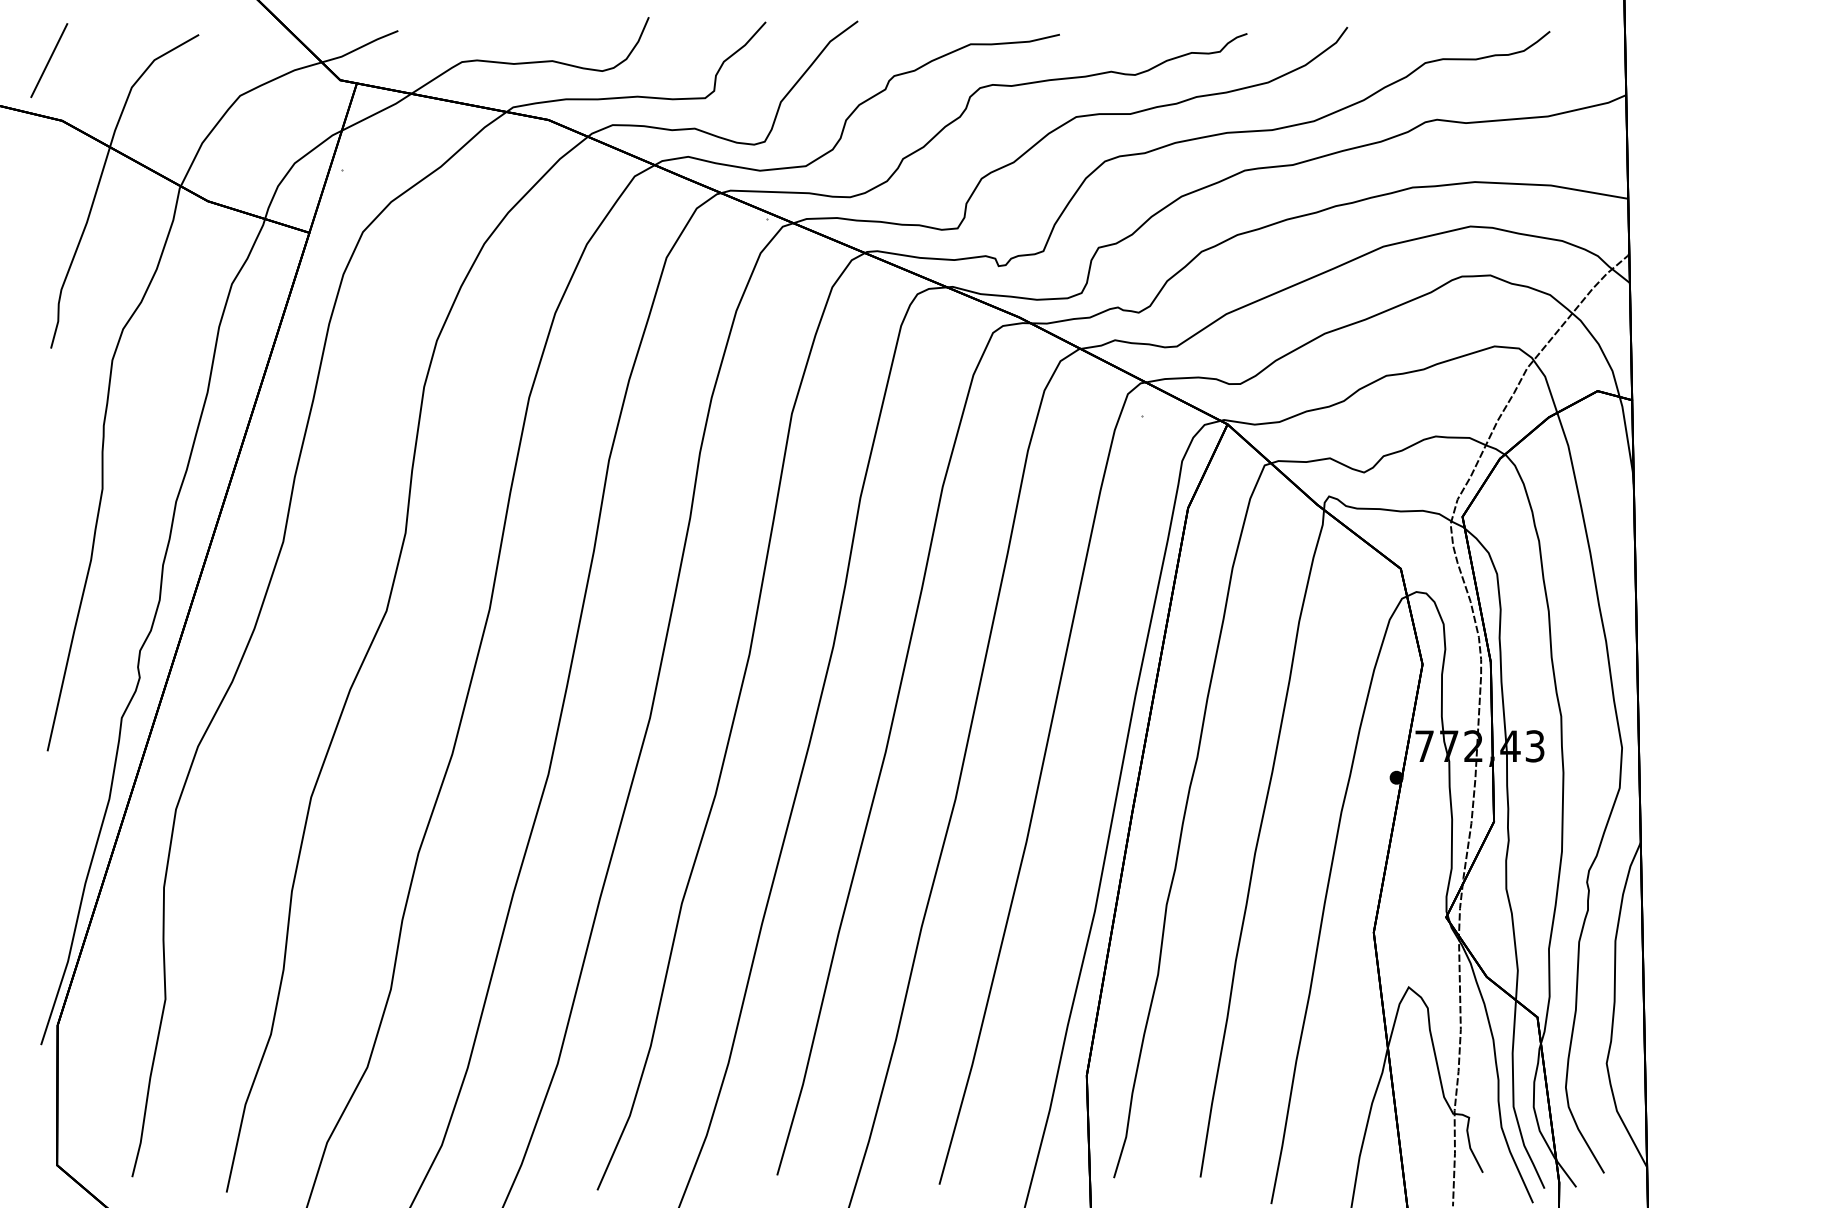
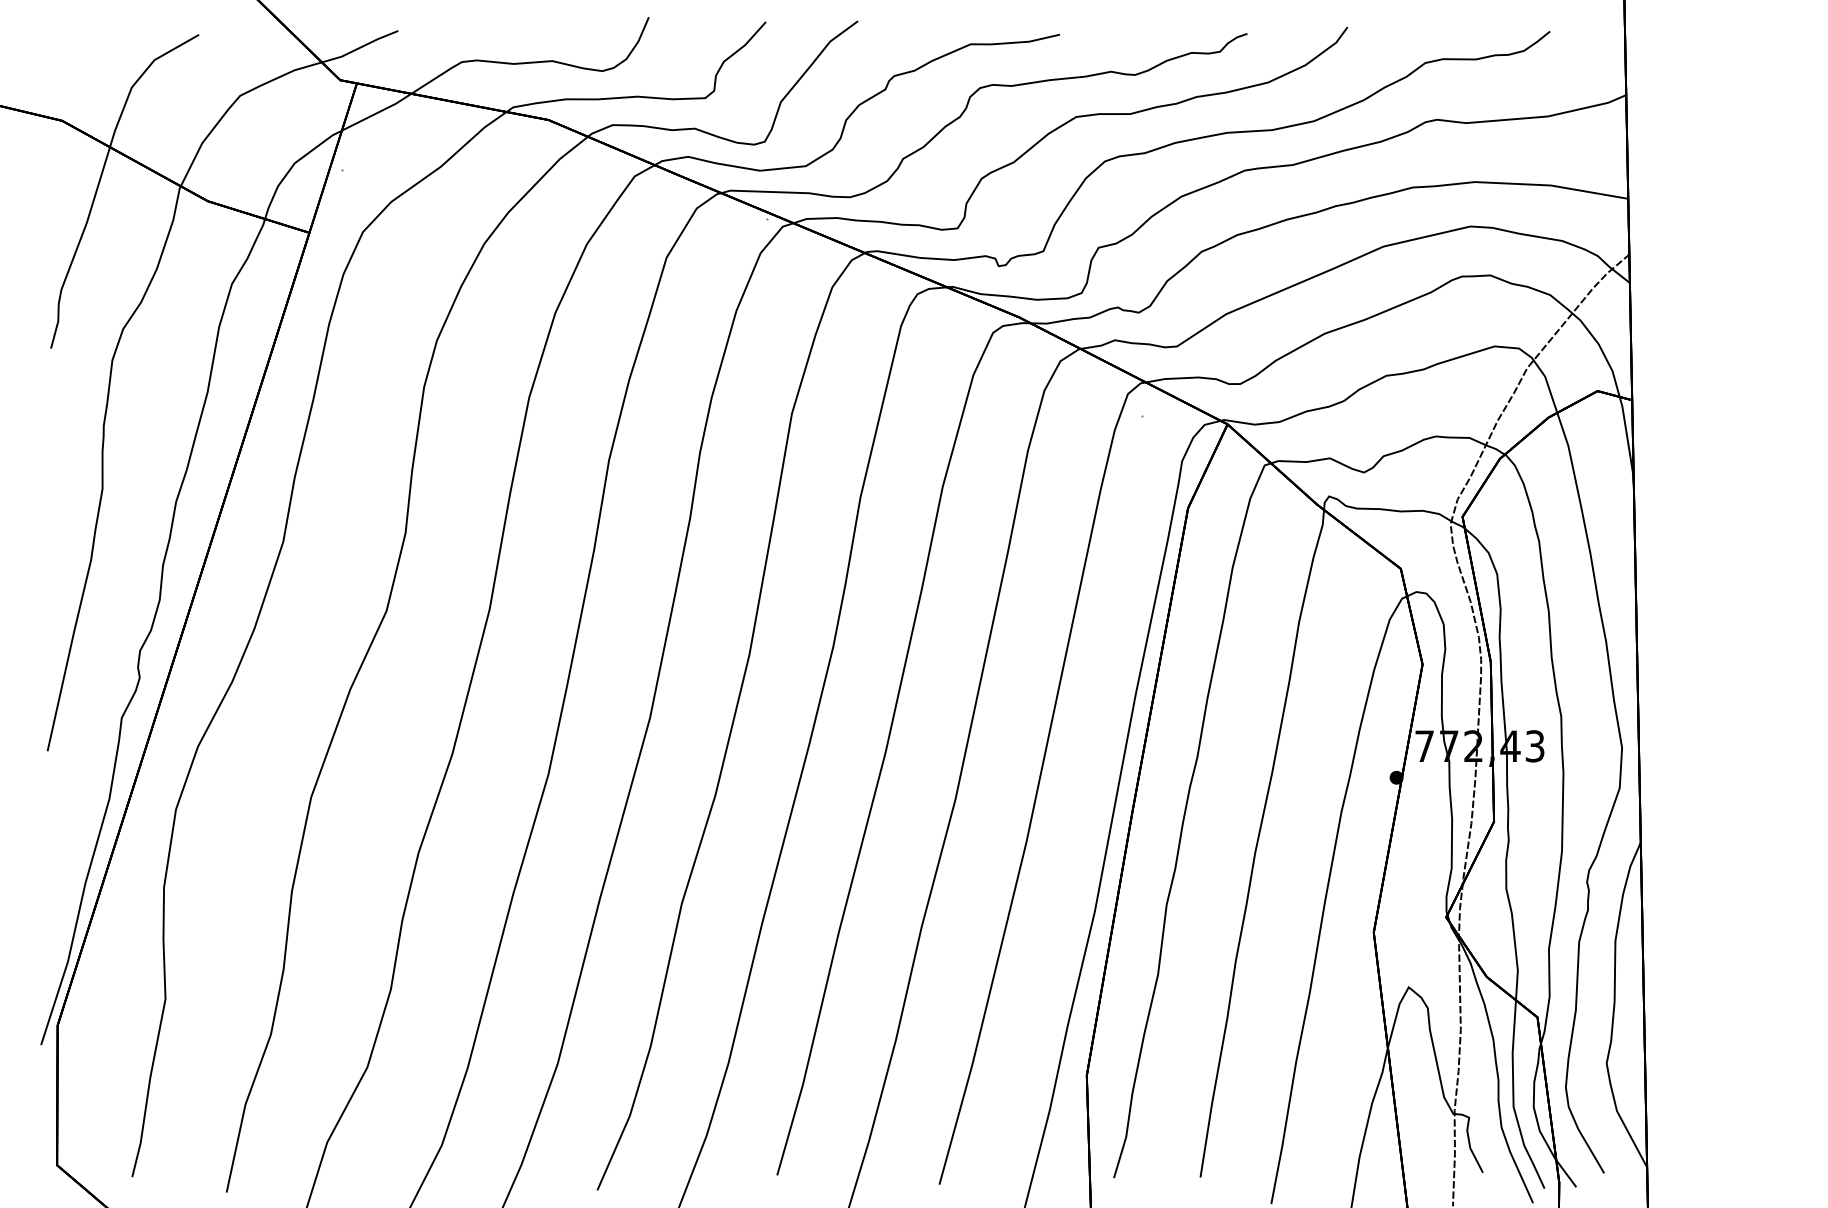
line at (49, 60): present -> none
